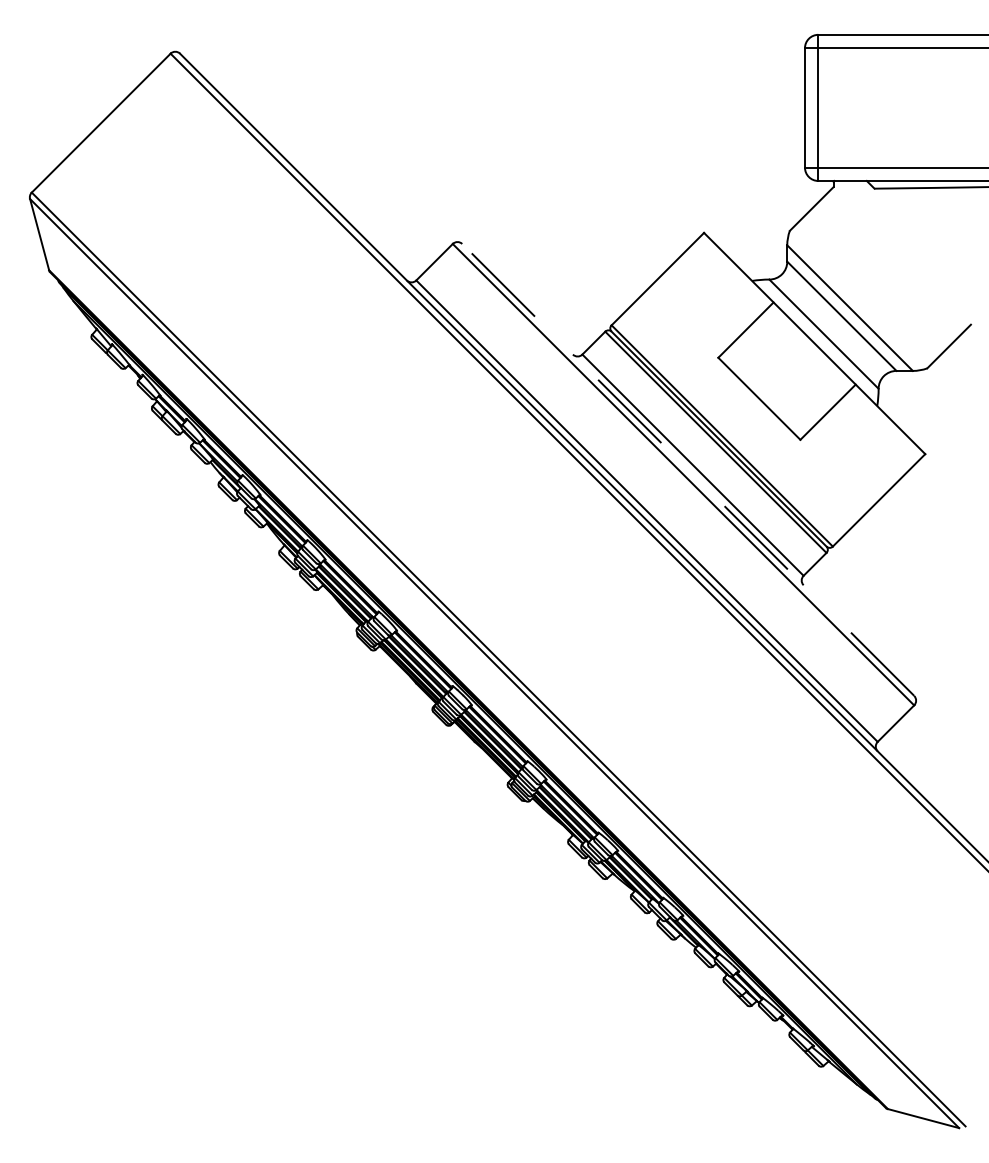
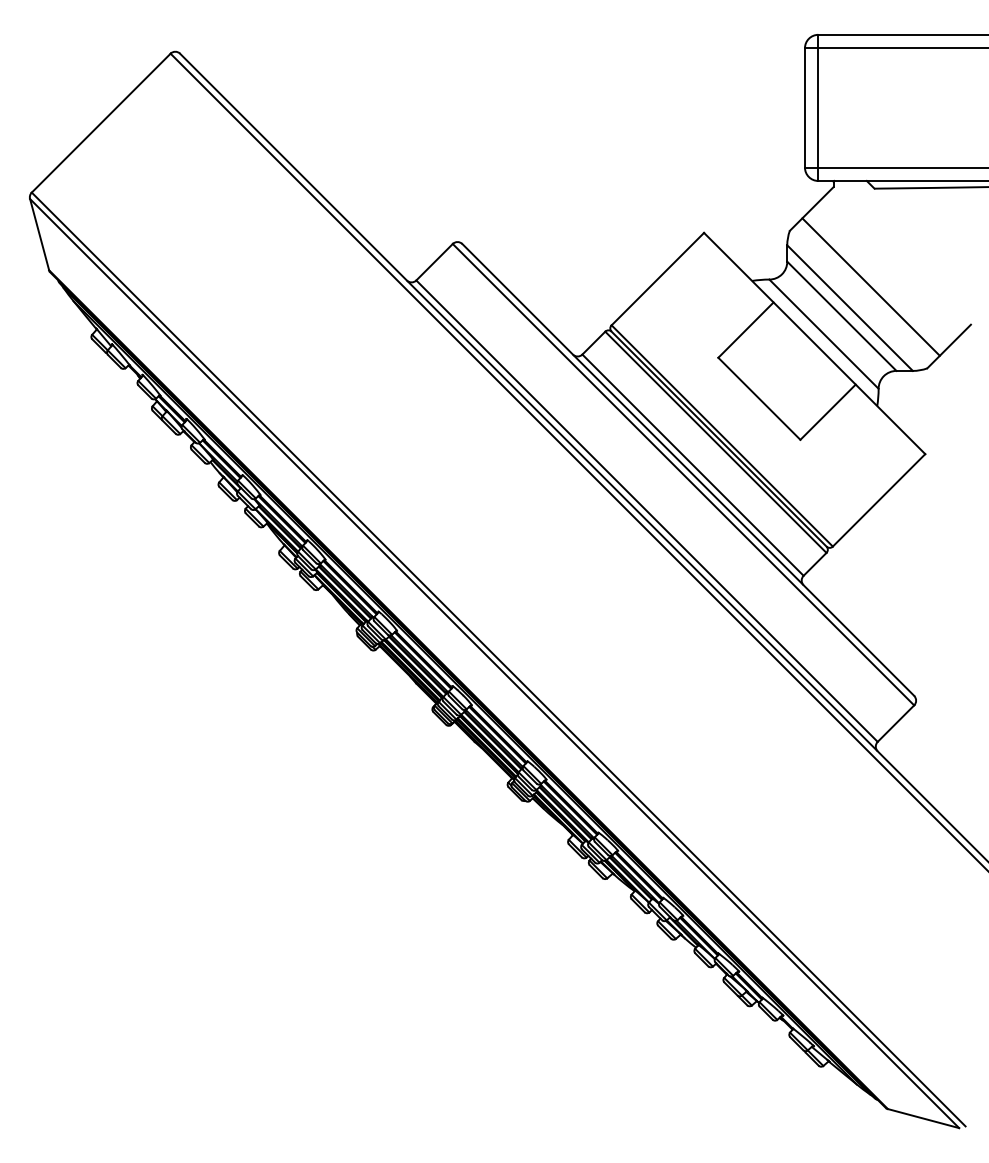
line at (870, 286): none -> present
line at (687, 469): dashed -> solid
